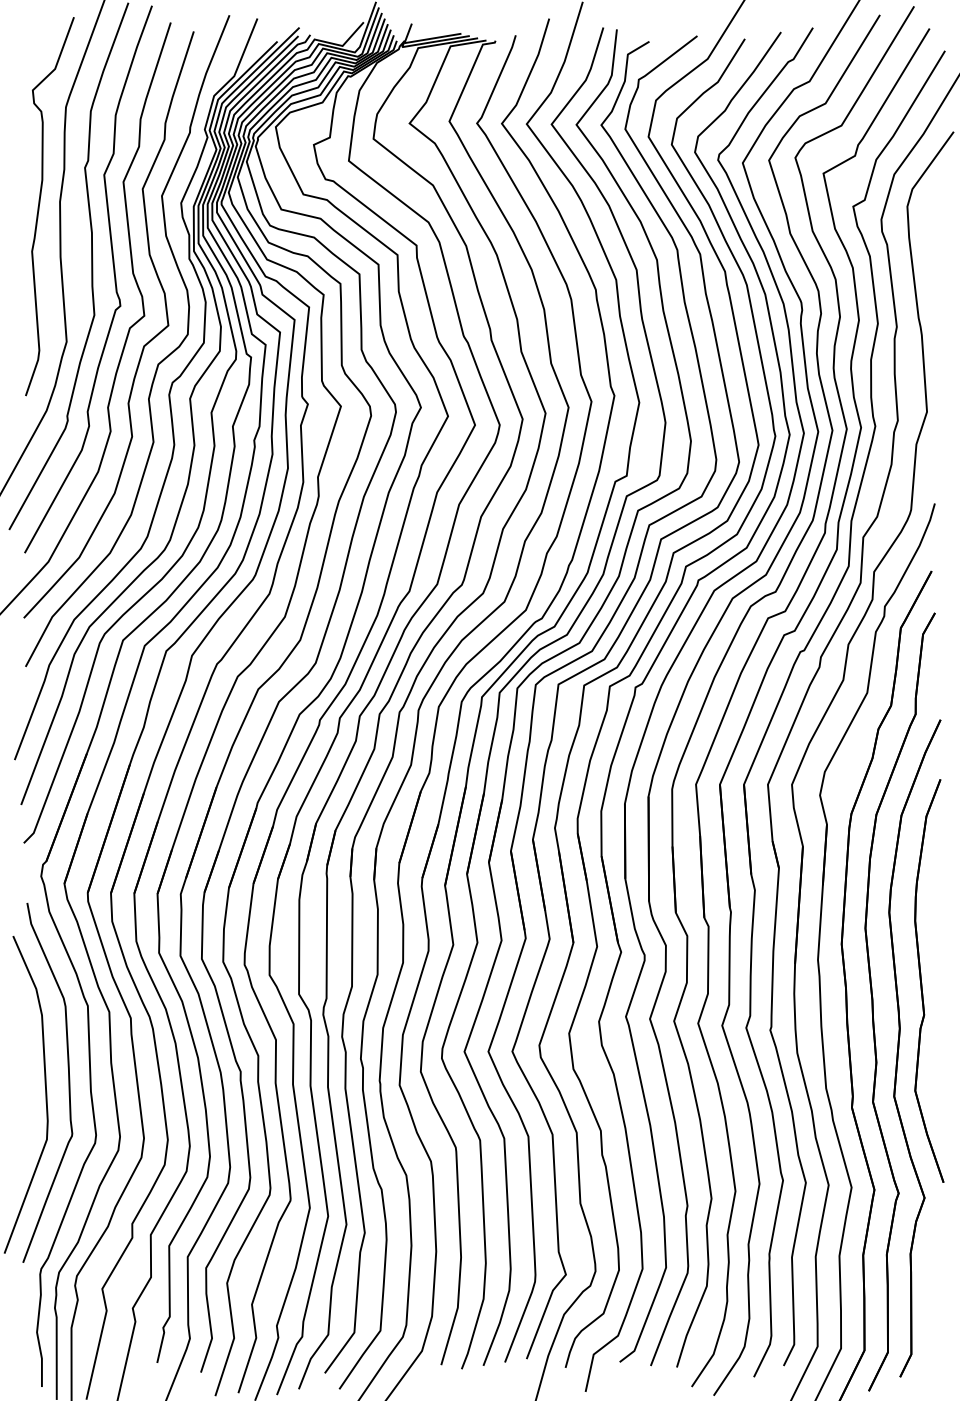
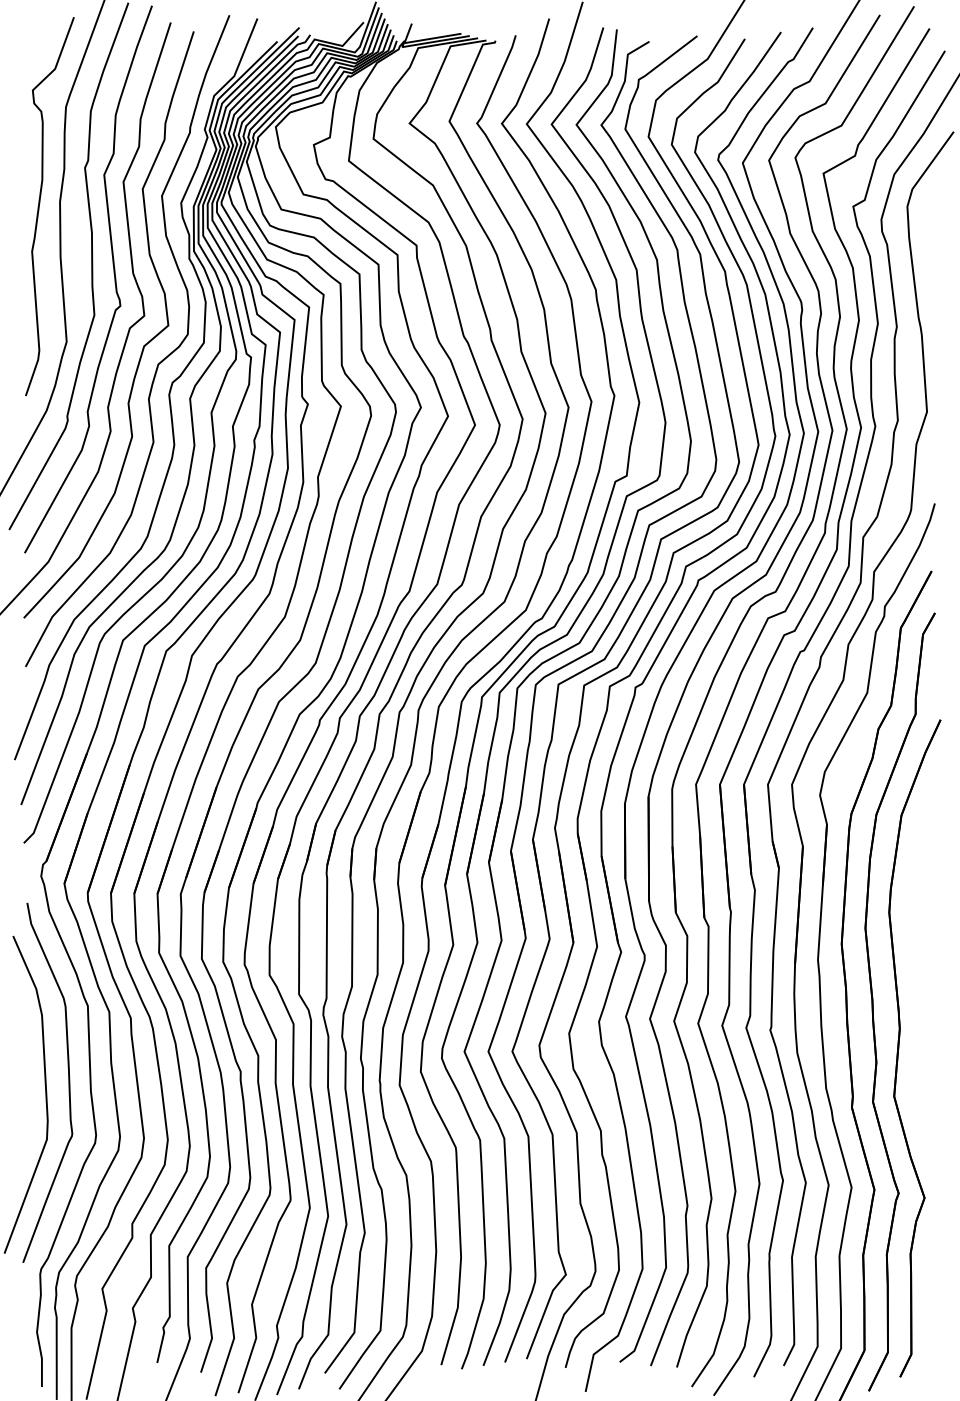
part at (922, 983): present -> none
